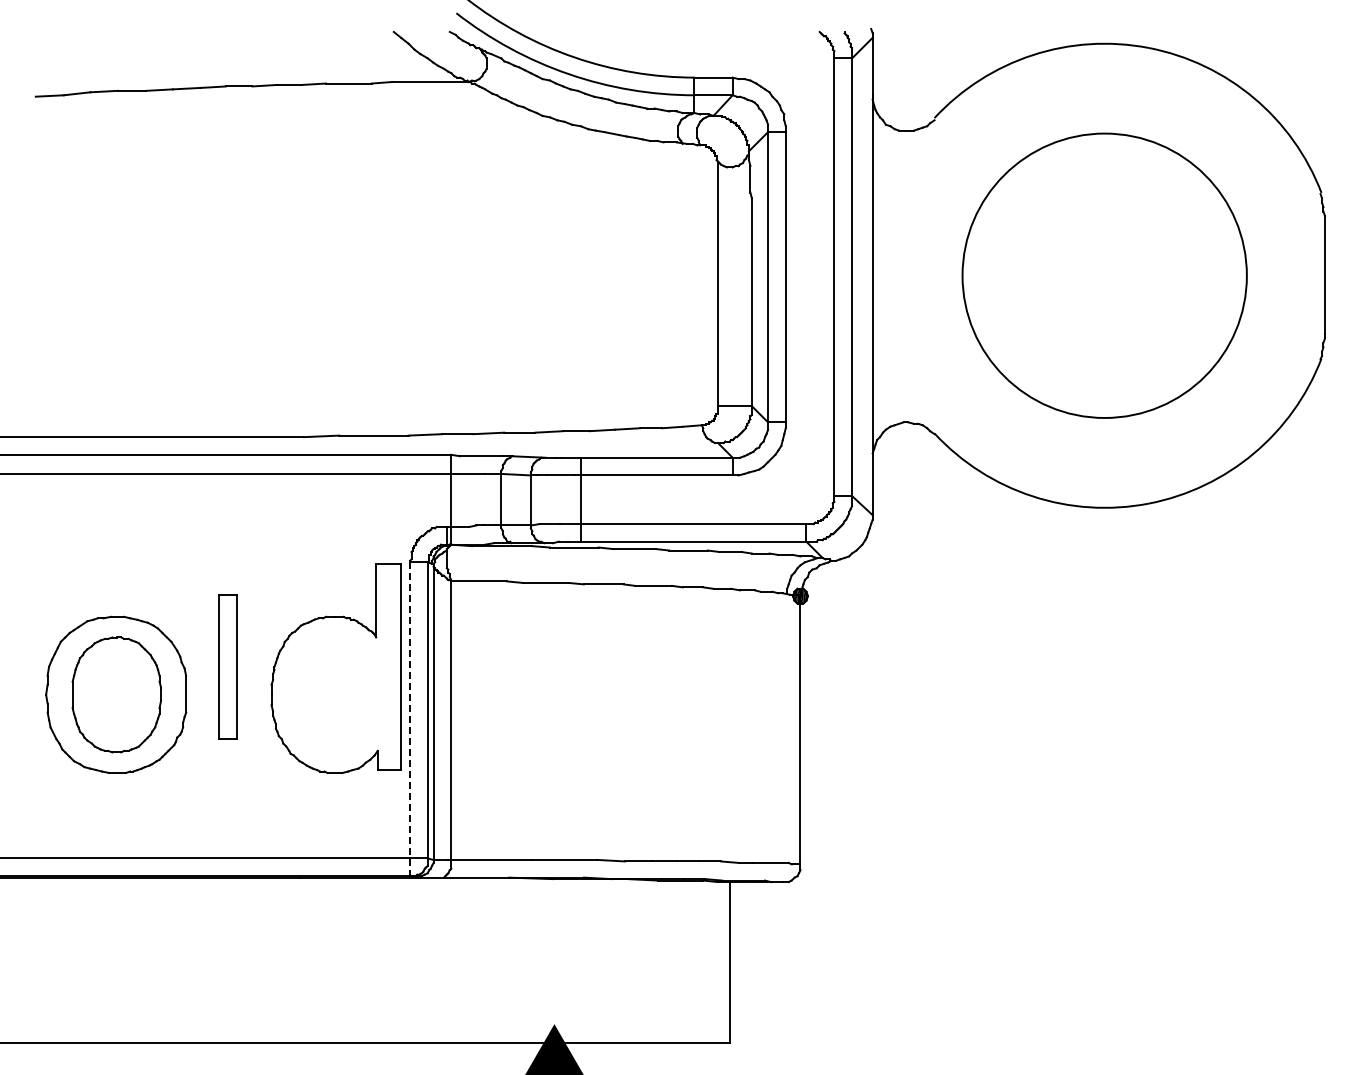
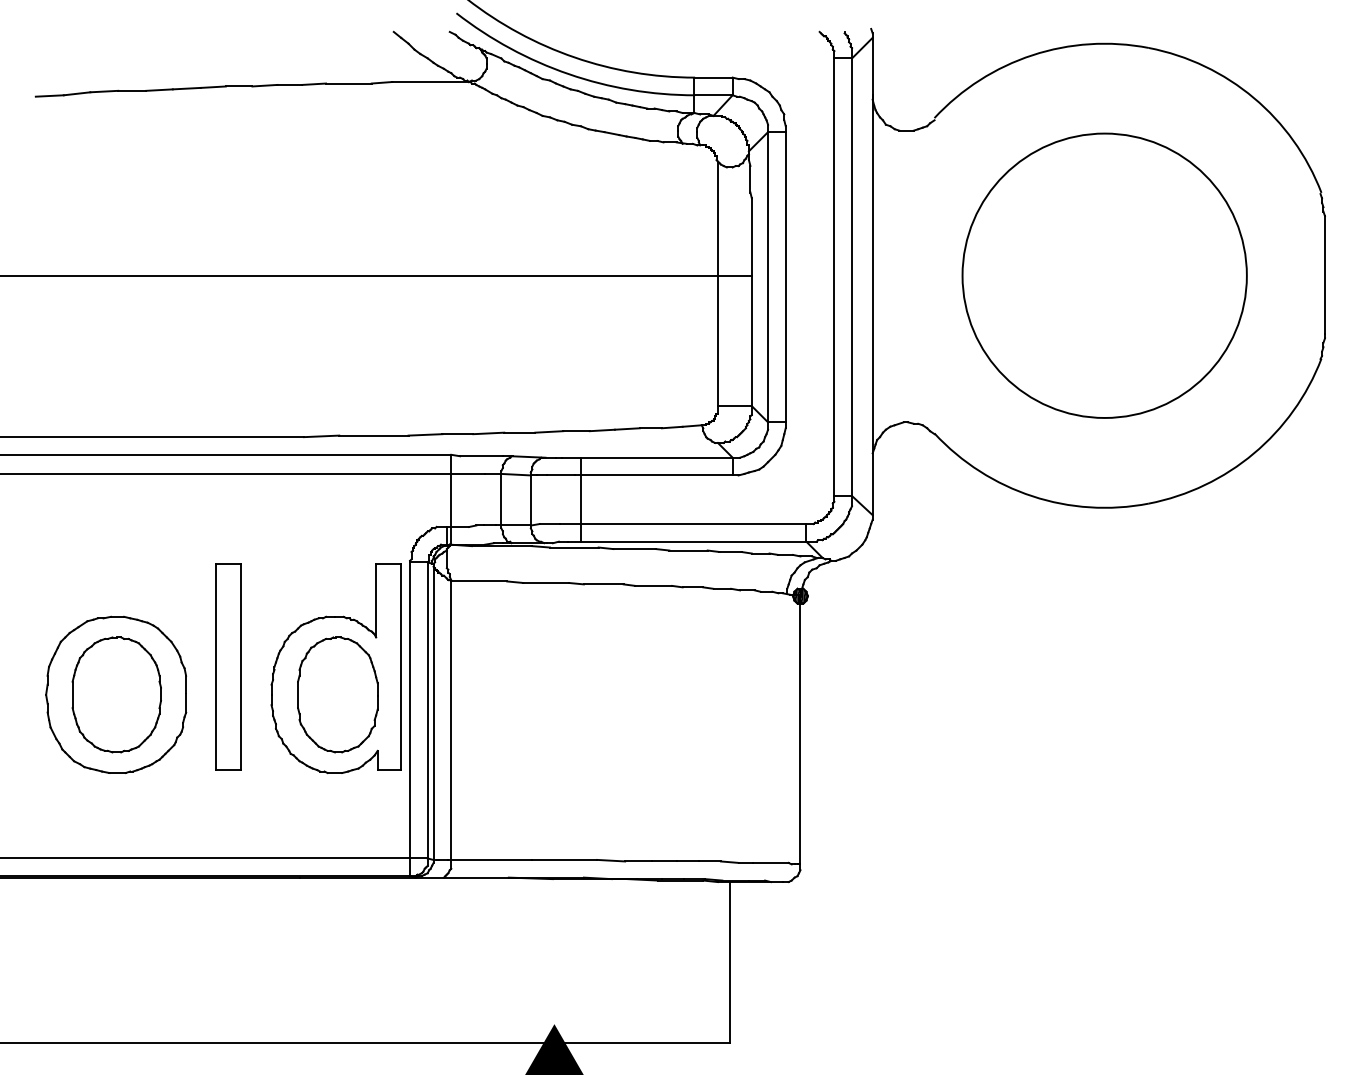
line at (376, 276): none -> present
part at (227, 666) size: 20x146 px -> 27x208 px
part at (337, 694): none -> present
line at (410, 719): dashed -> solid
